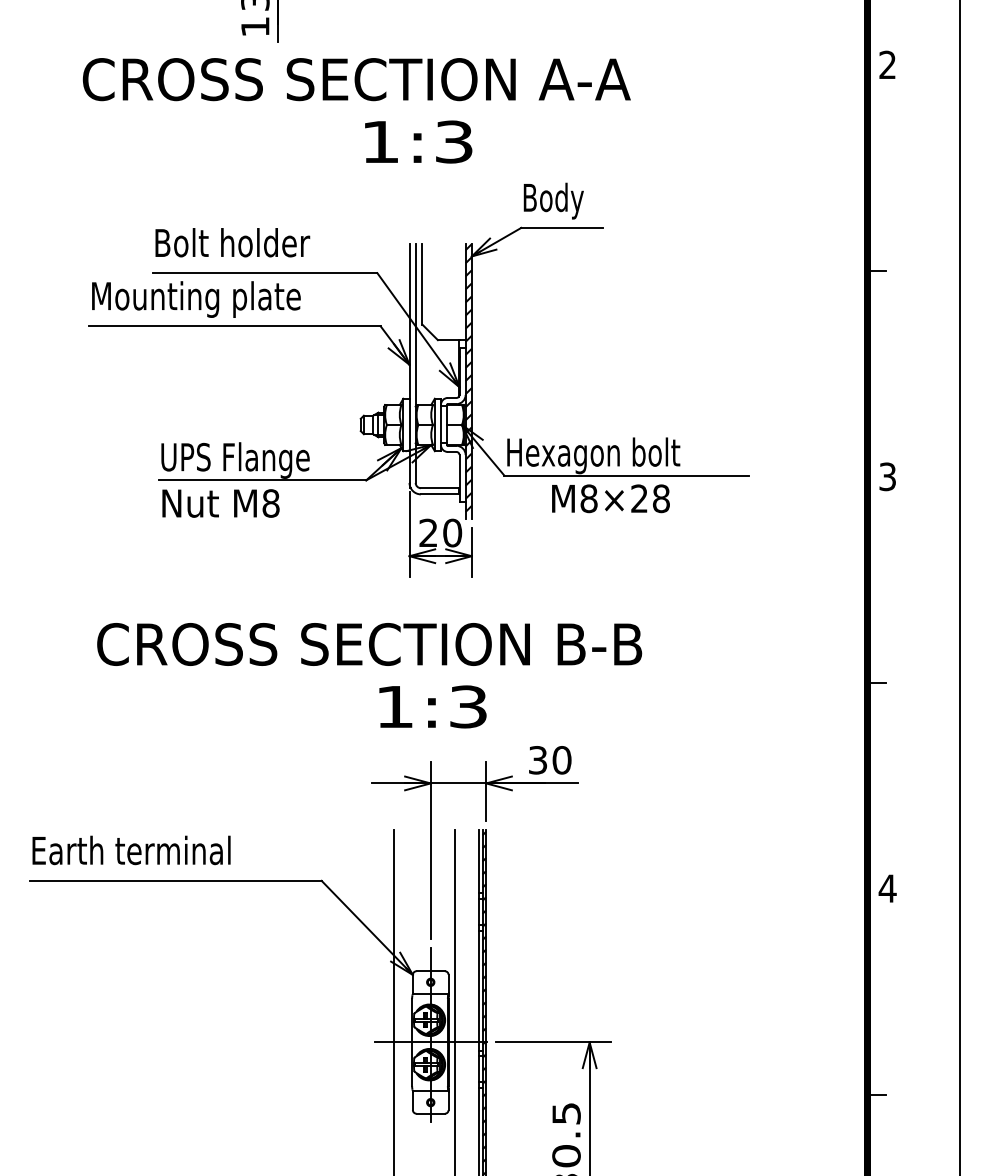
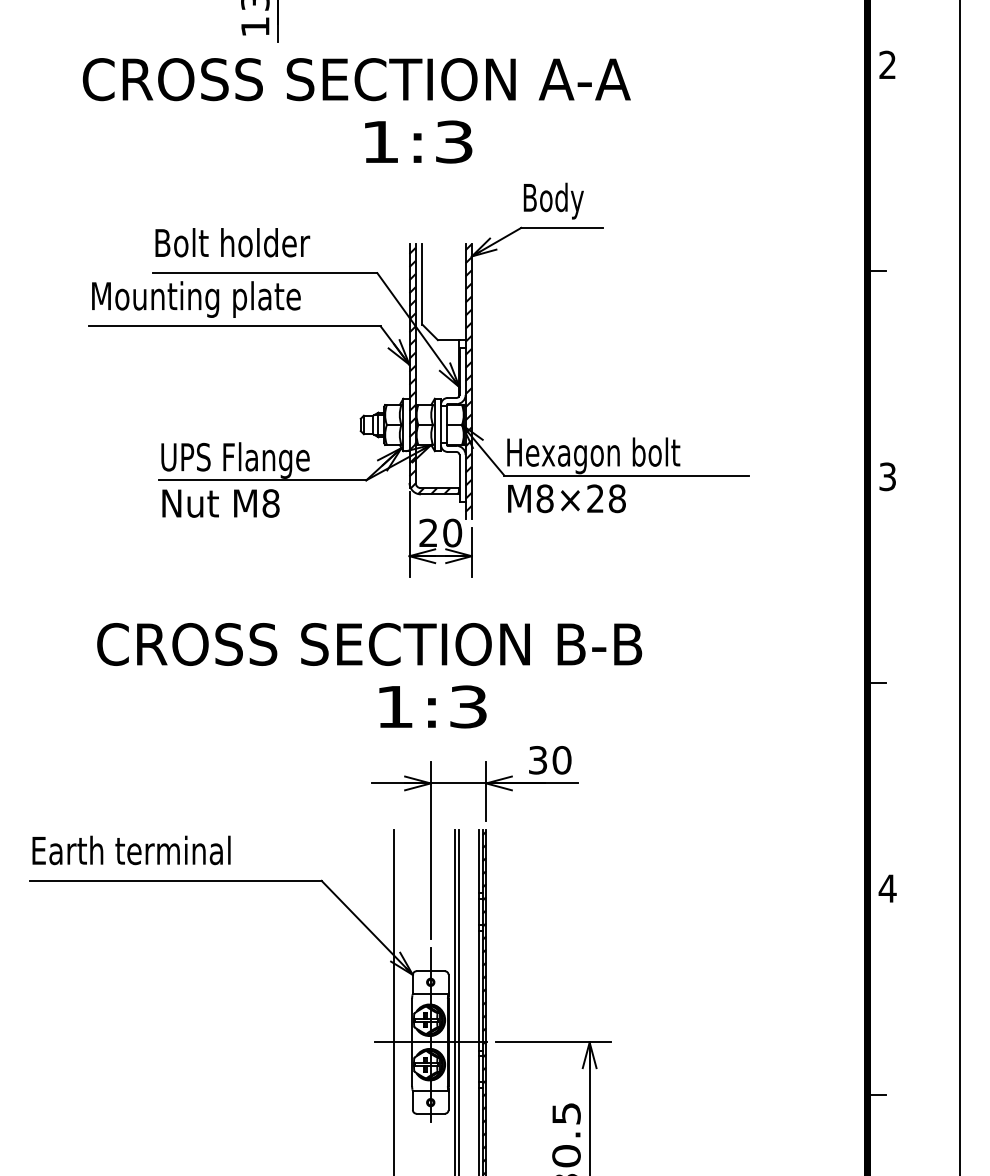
hatch at (433, 370): none -> present
text at (610, 498) position: (610, 498) -> (566, 498)
line at (458, 1001): none -> present
